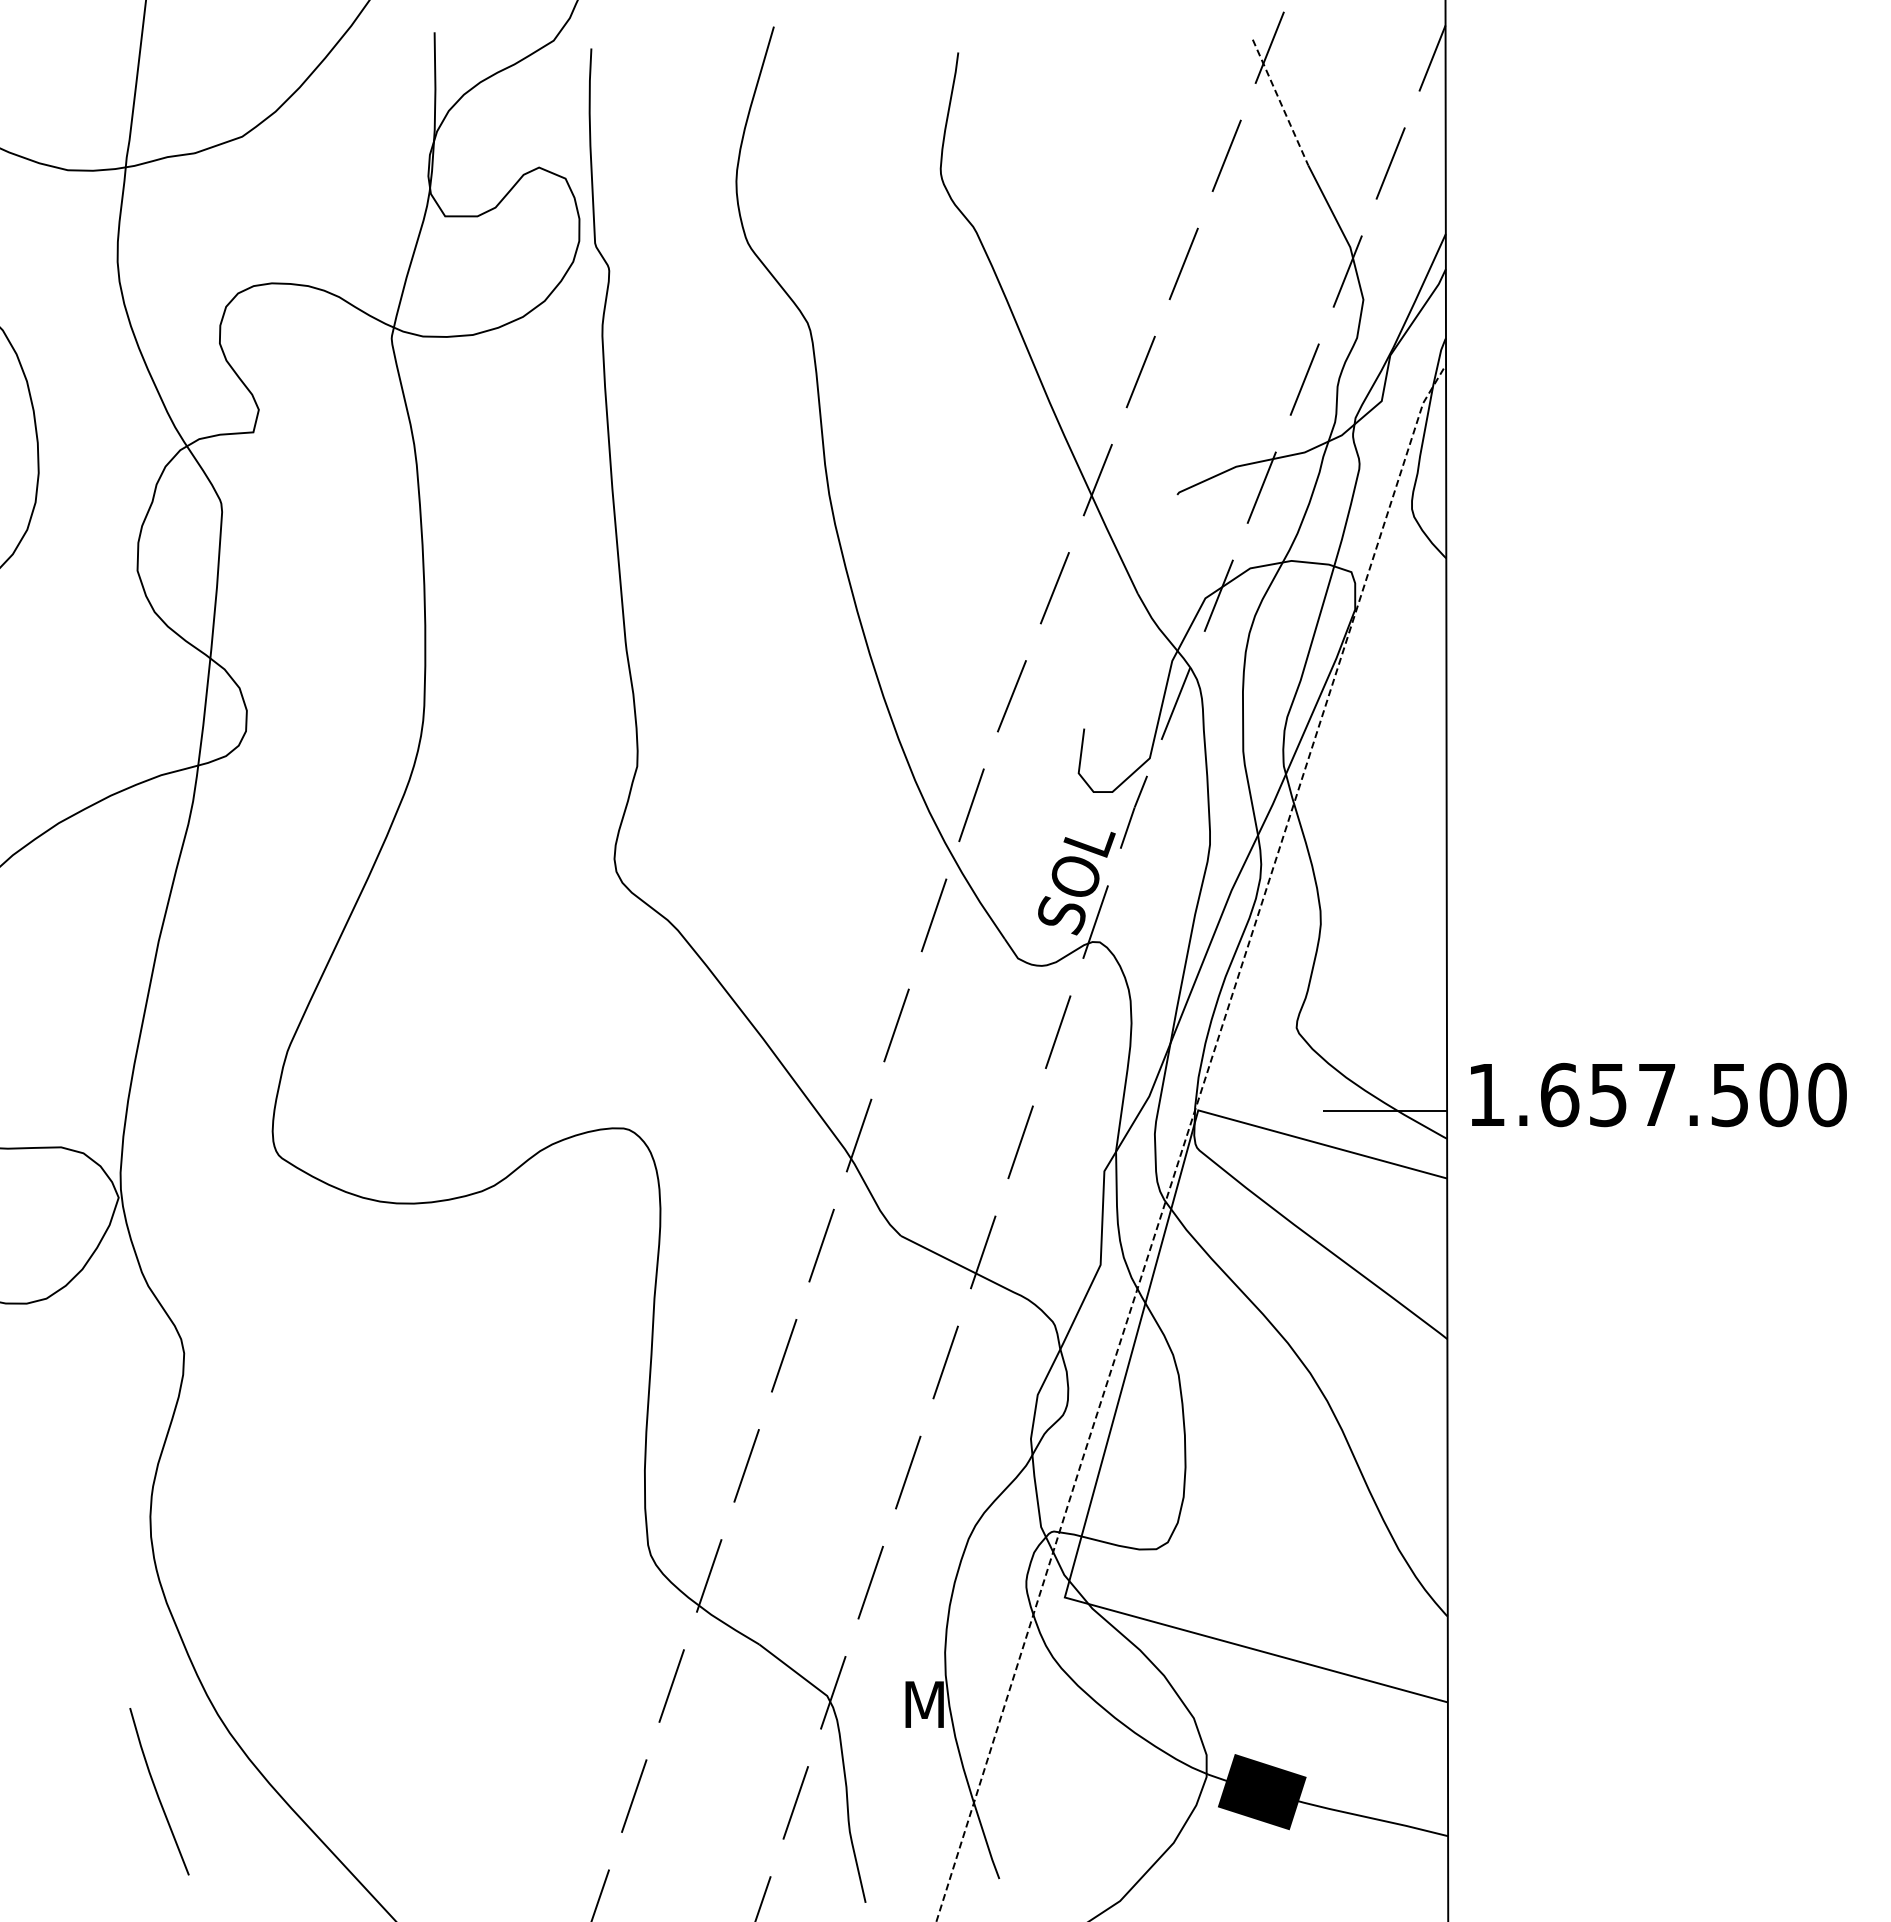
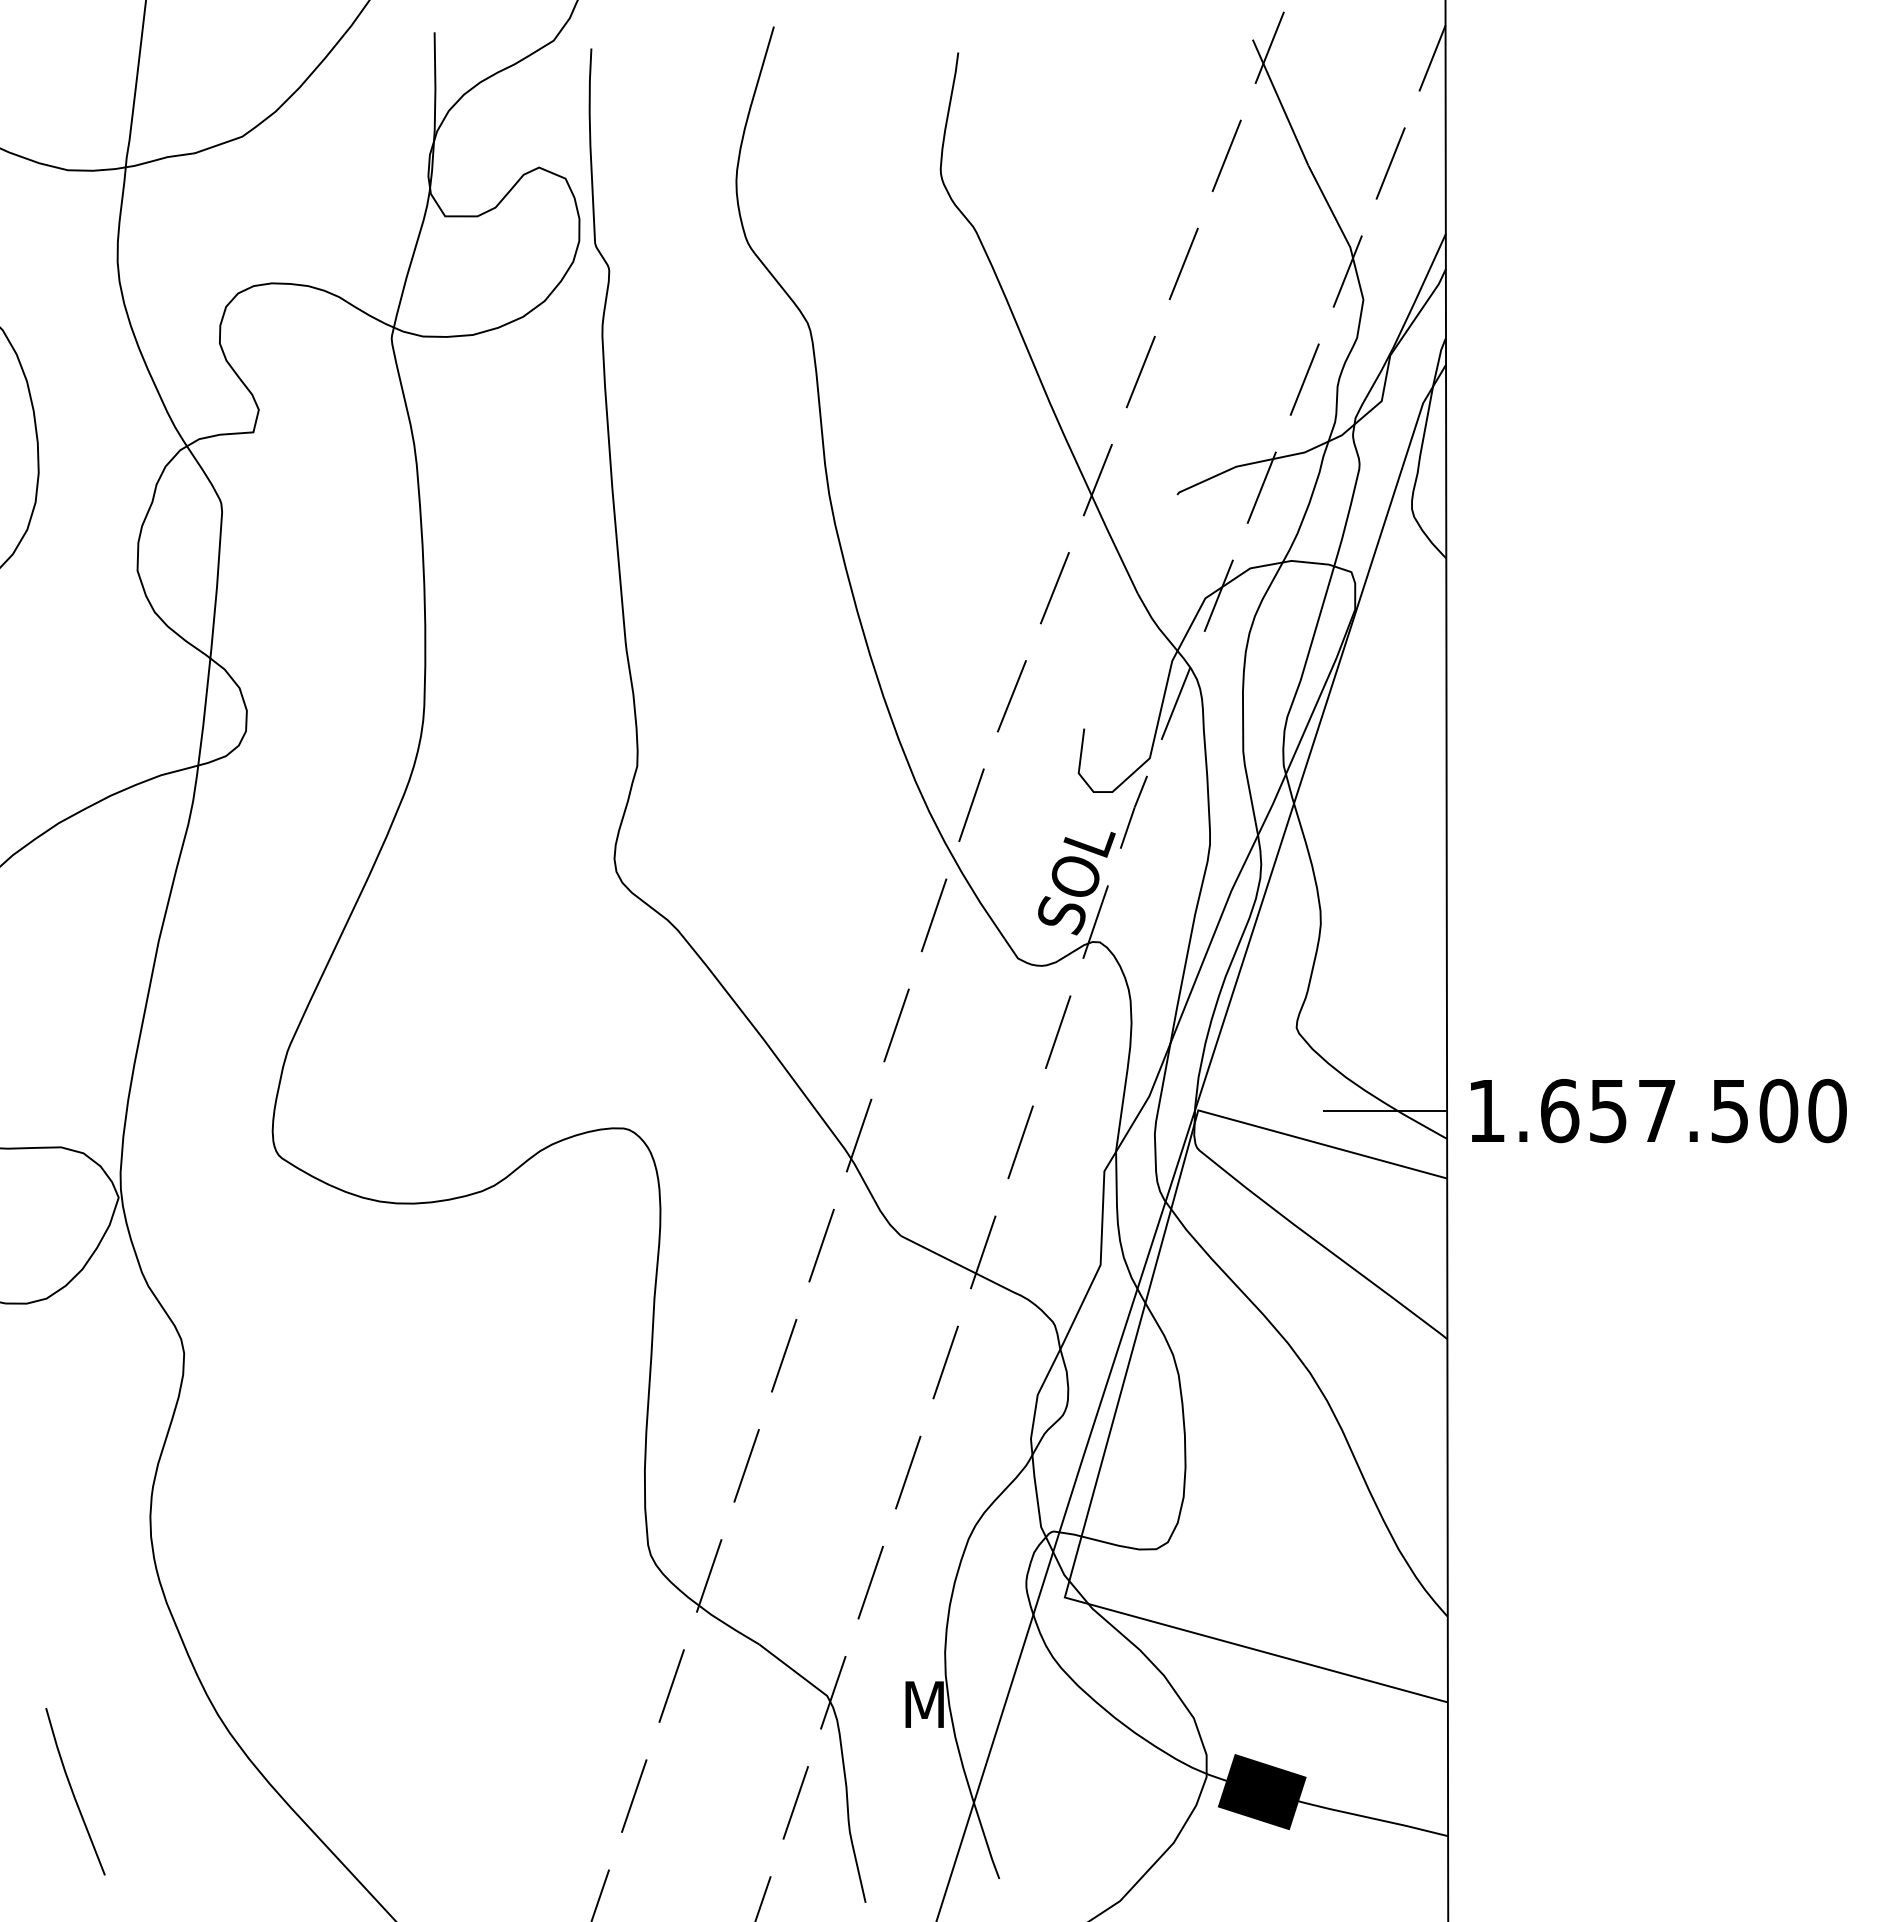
line at (1280, 102): dashed -> solid
text at (1658, 1094) position: (1658, 1094) -> (1658, 1110)
line at (1185, 1140): dashed -> solid
line at (157, 1791) position: (157, 1791) -> (73, 1791)
